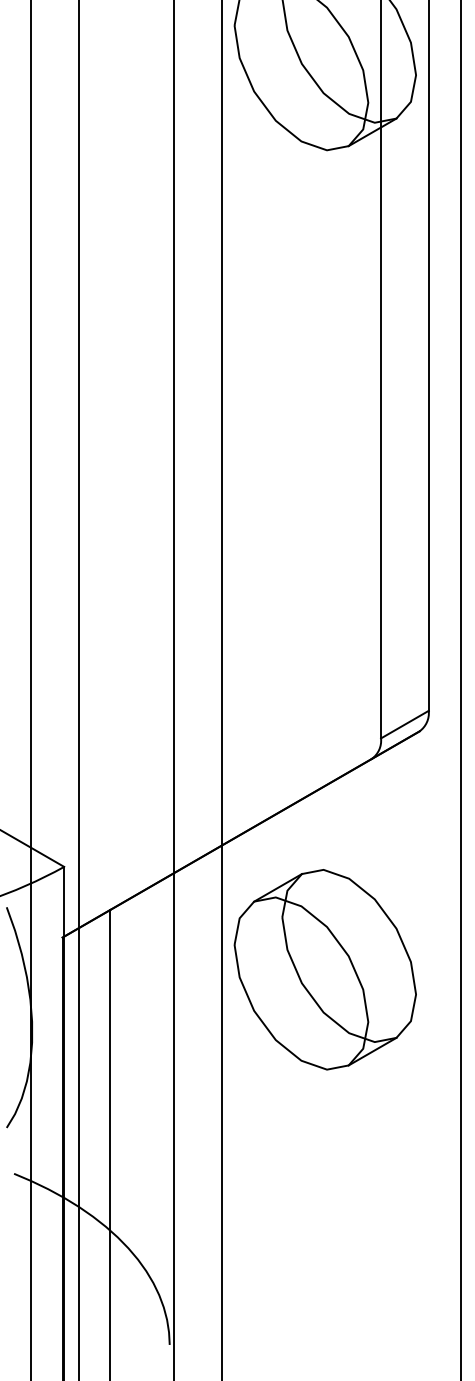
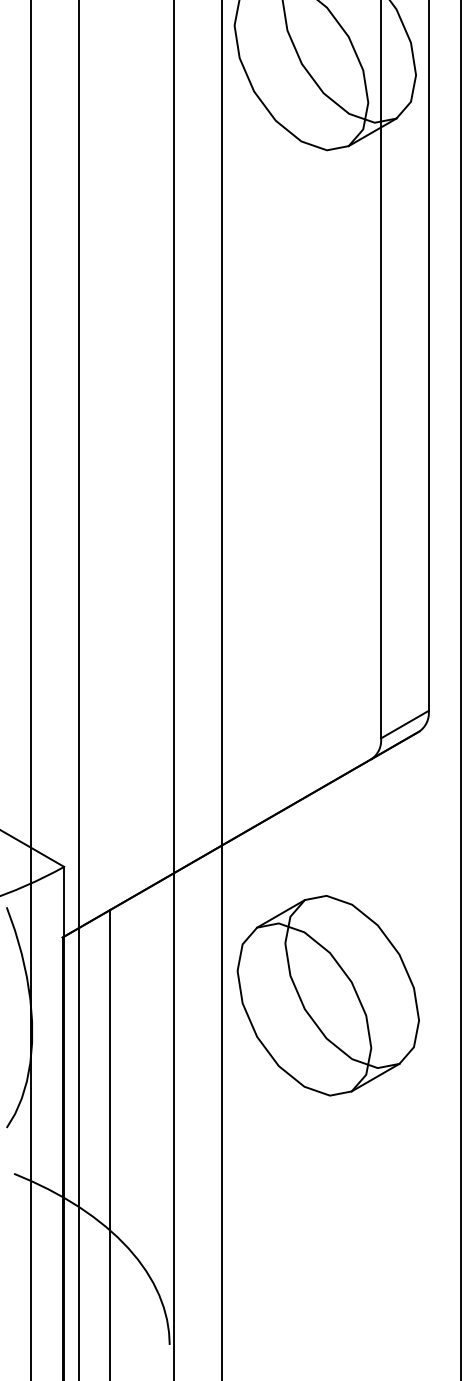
part at (324, 969) position: (324, 969) -> (327, 995)
